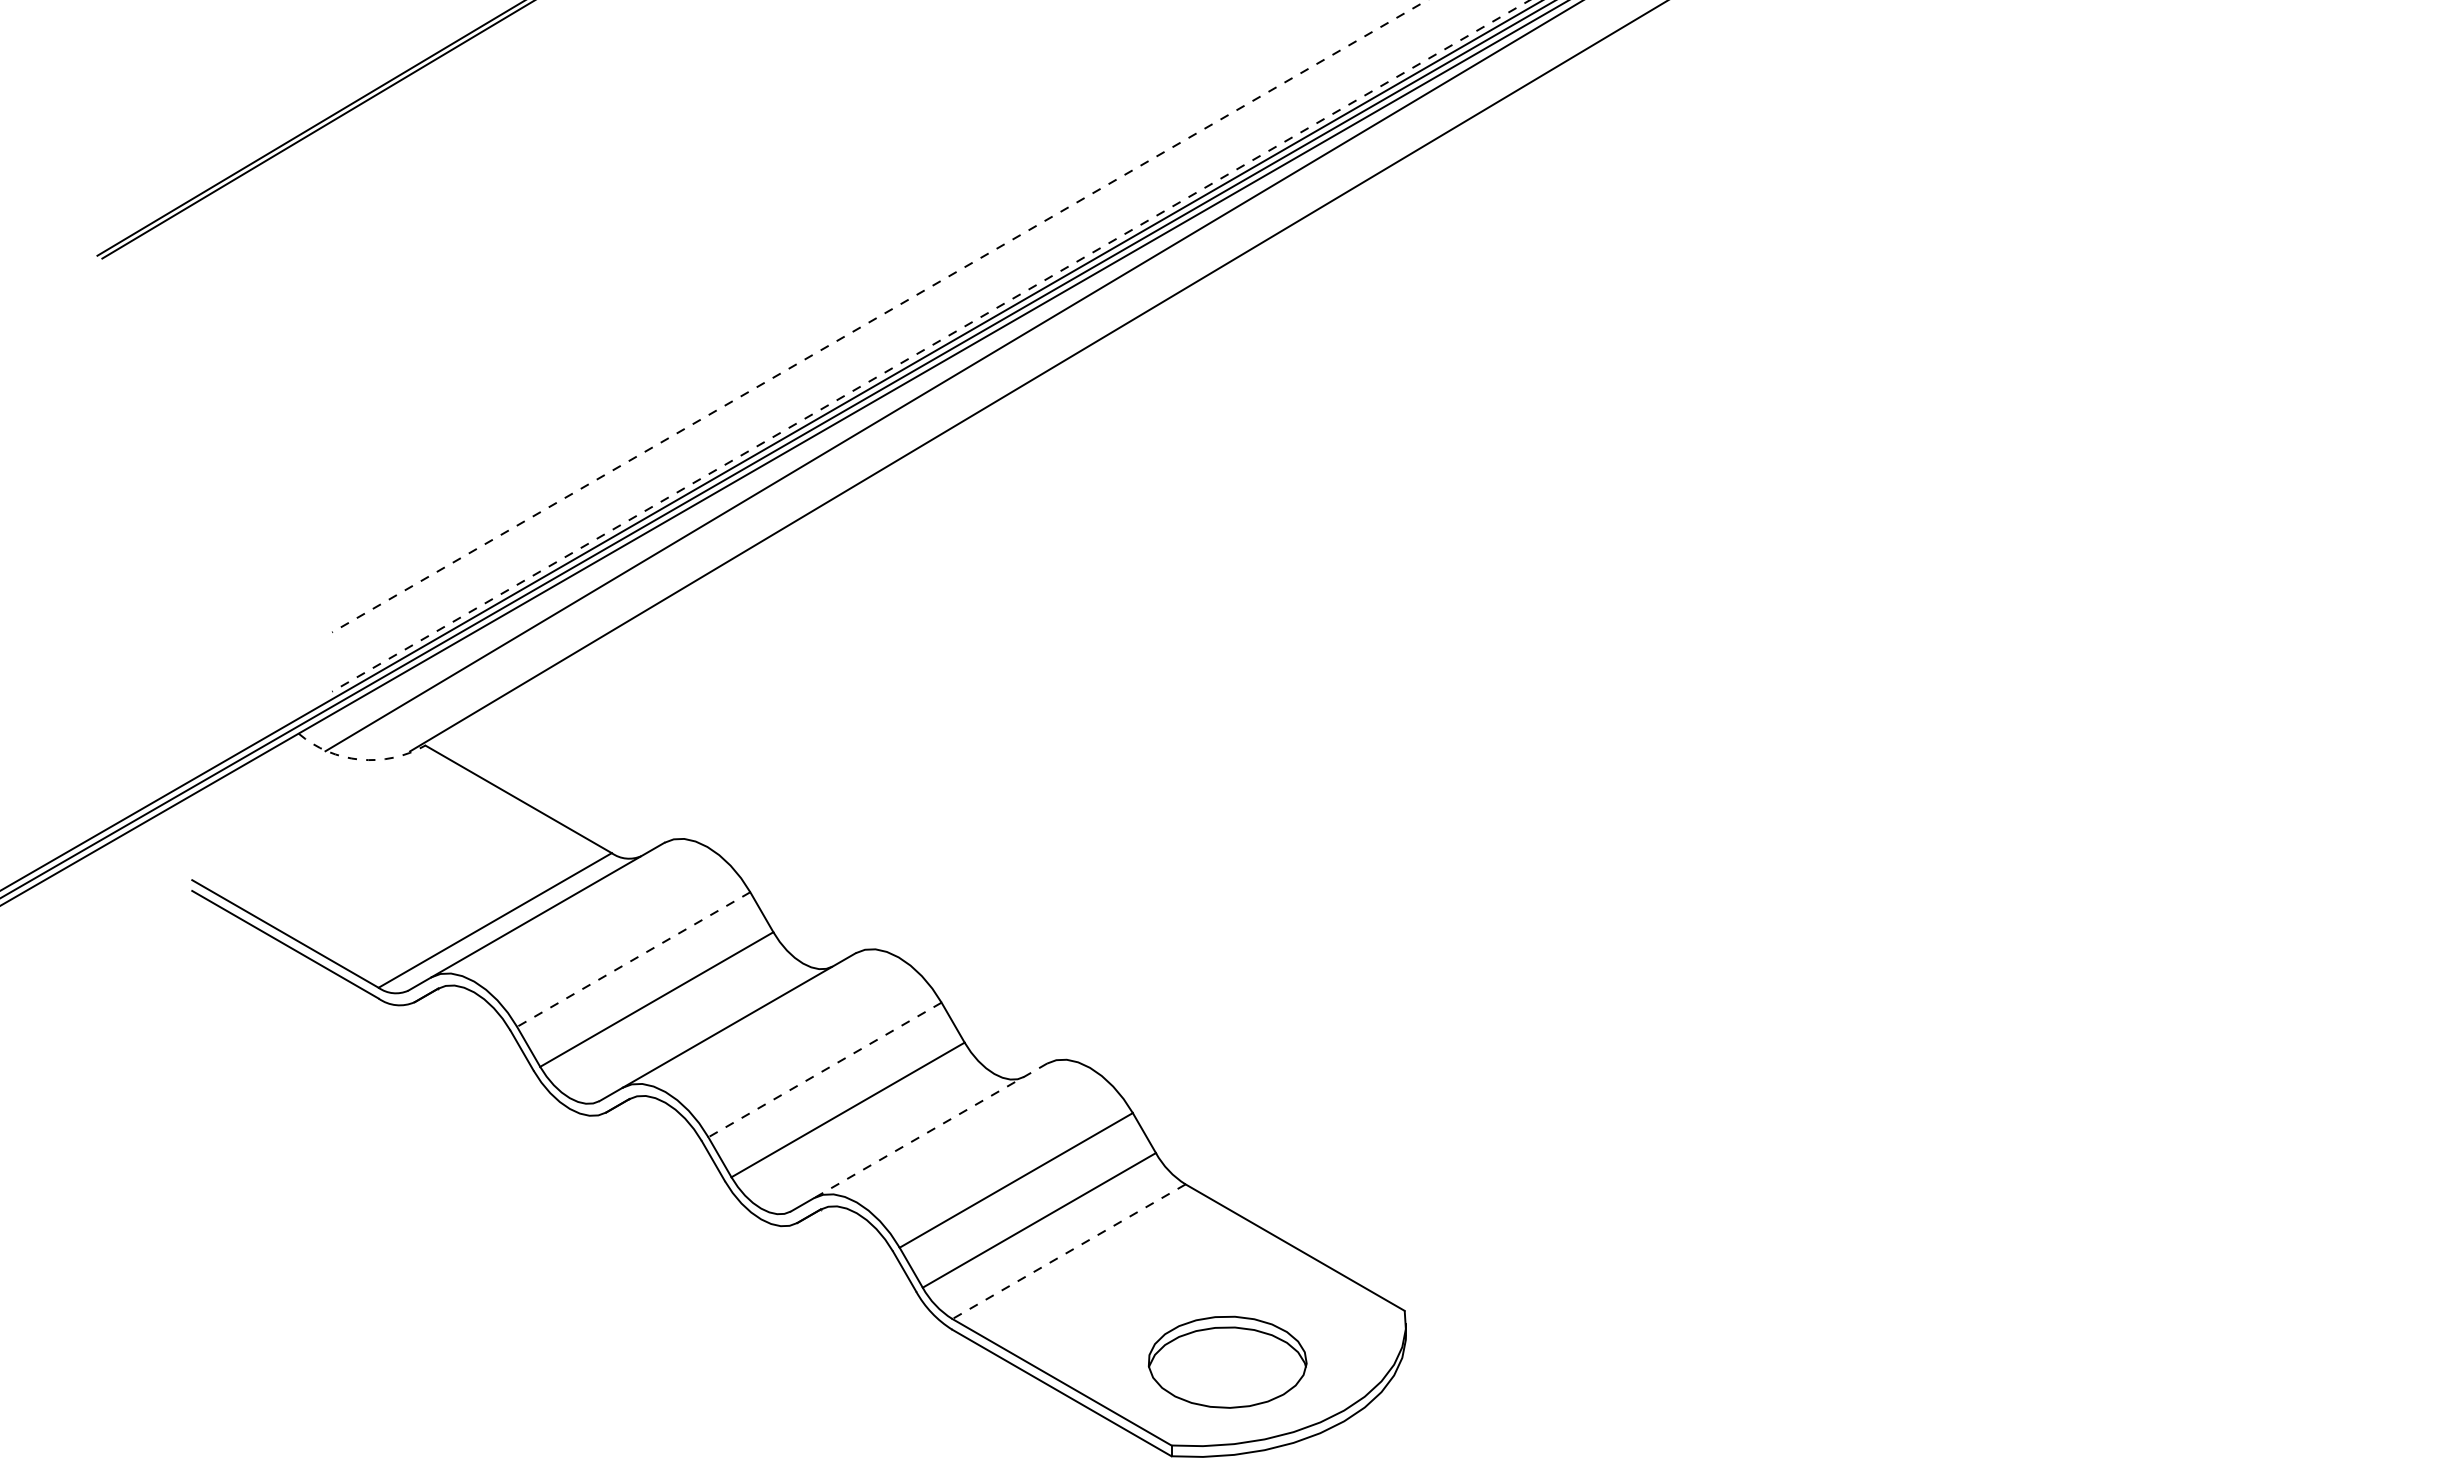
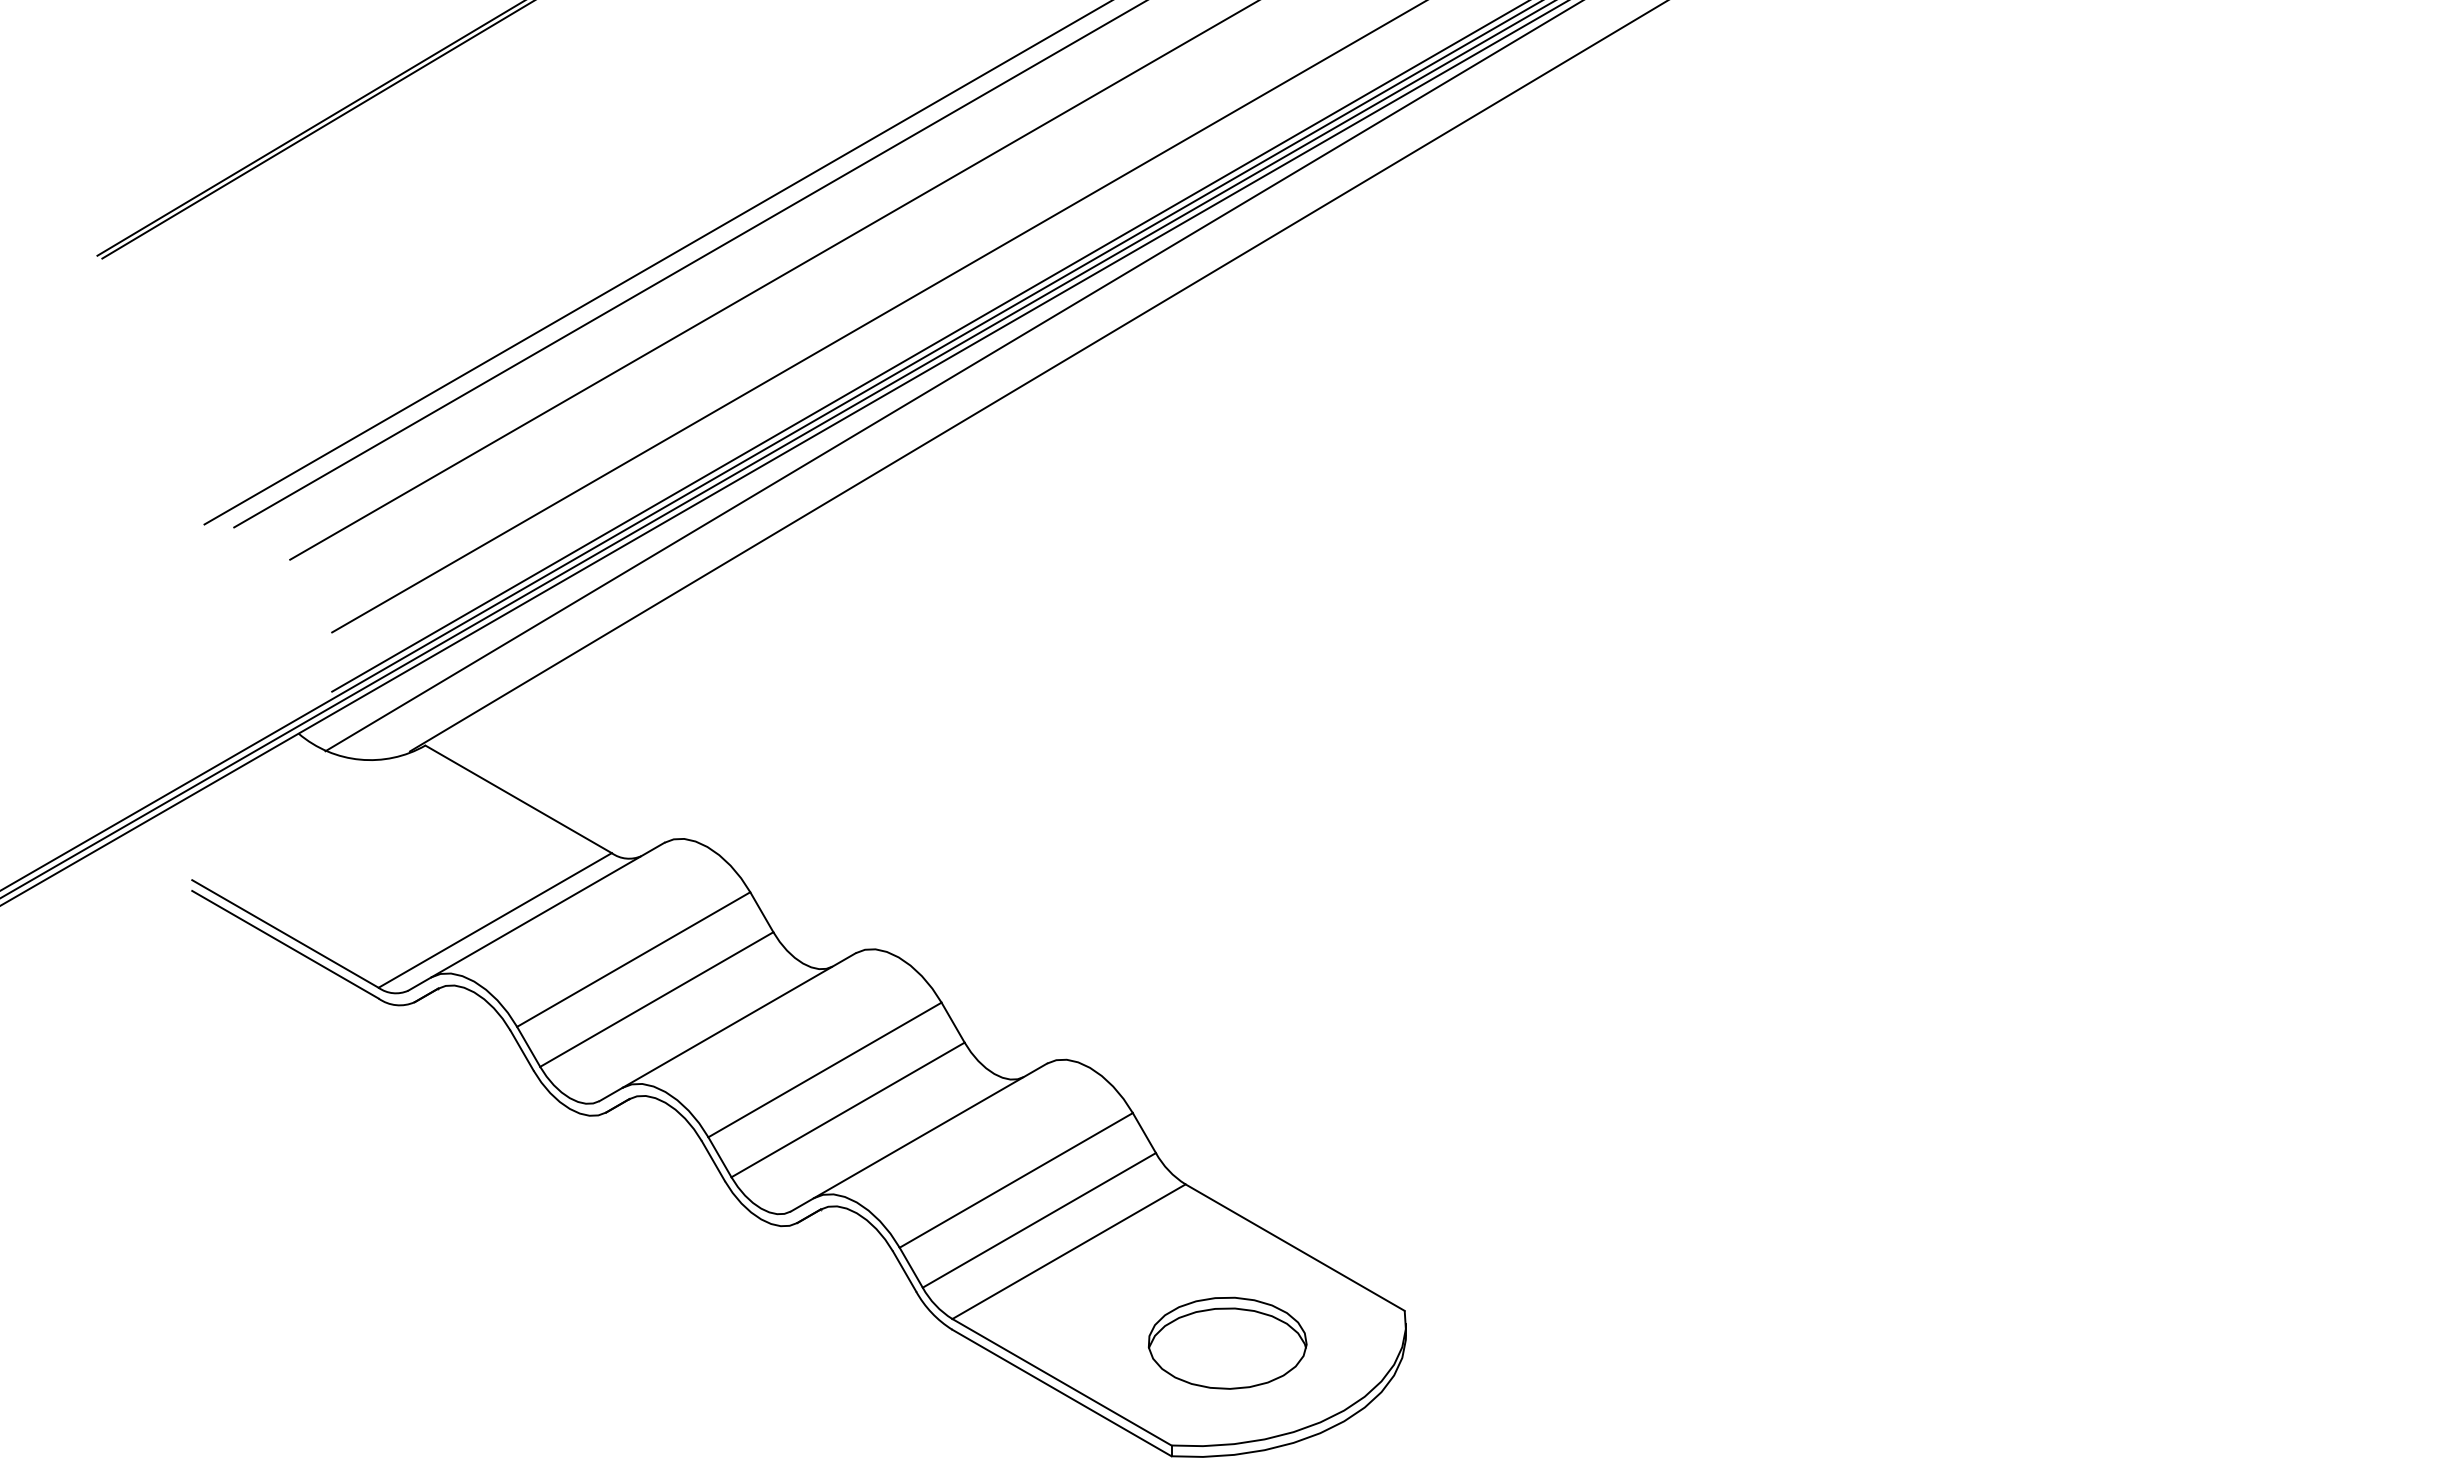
line at (656, 263): none -> present
line at (688, 264): none -> present
line at (772, 280): none -> present
line at (879, 316): dashed -> solid
line at (930, 346): dashed -> solid
arc at (360, 759): dashed -> solid
line at (633, 959): dashed -> solid
line at (825, 1069): dashed -> solid
line at (930, 1130): dashed -> solid
line at (1069, 1251): dashed -> solid
part at (1227, 1361) position: (1227, 1361) -> (1227, 1342)
